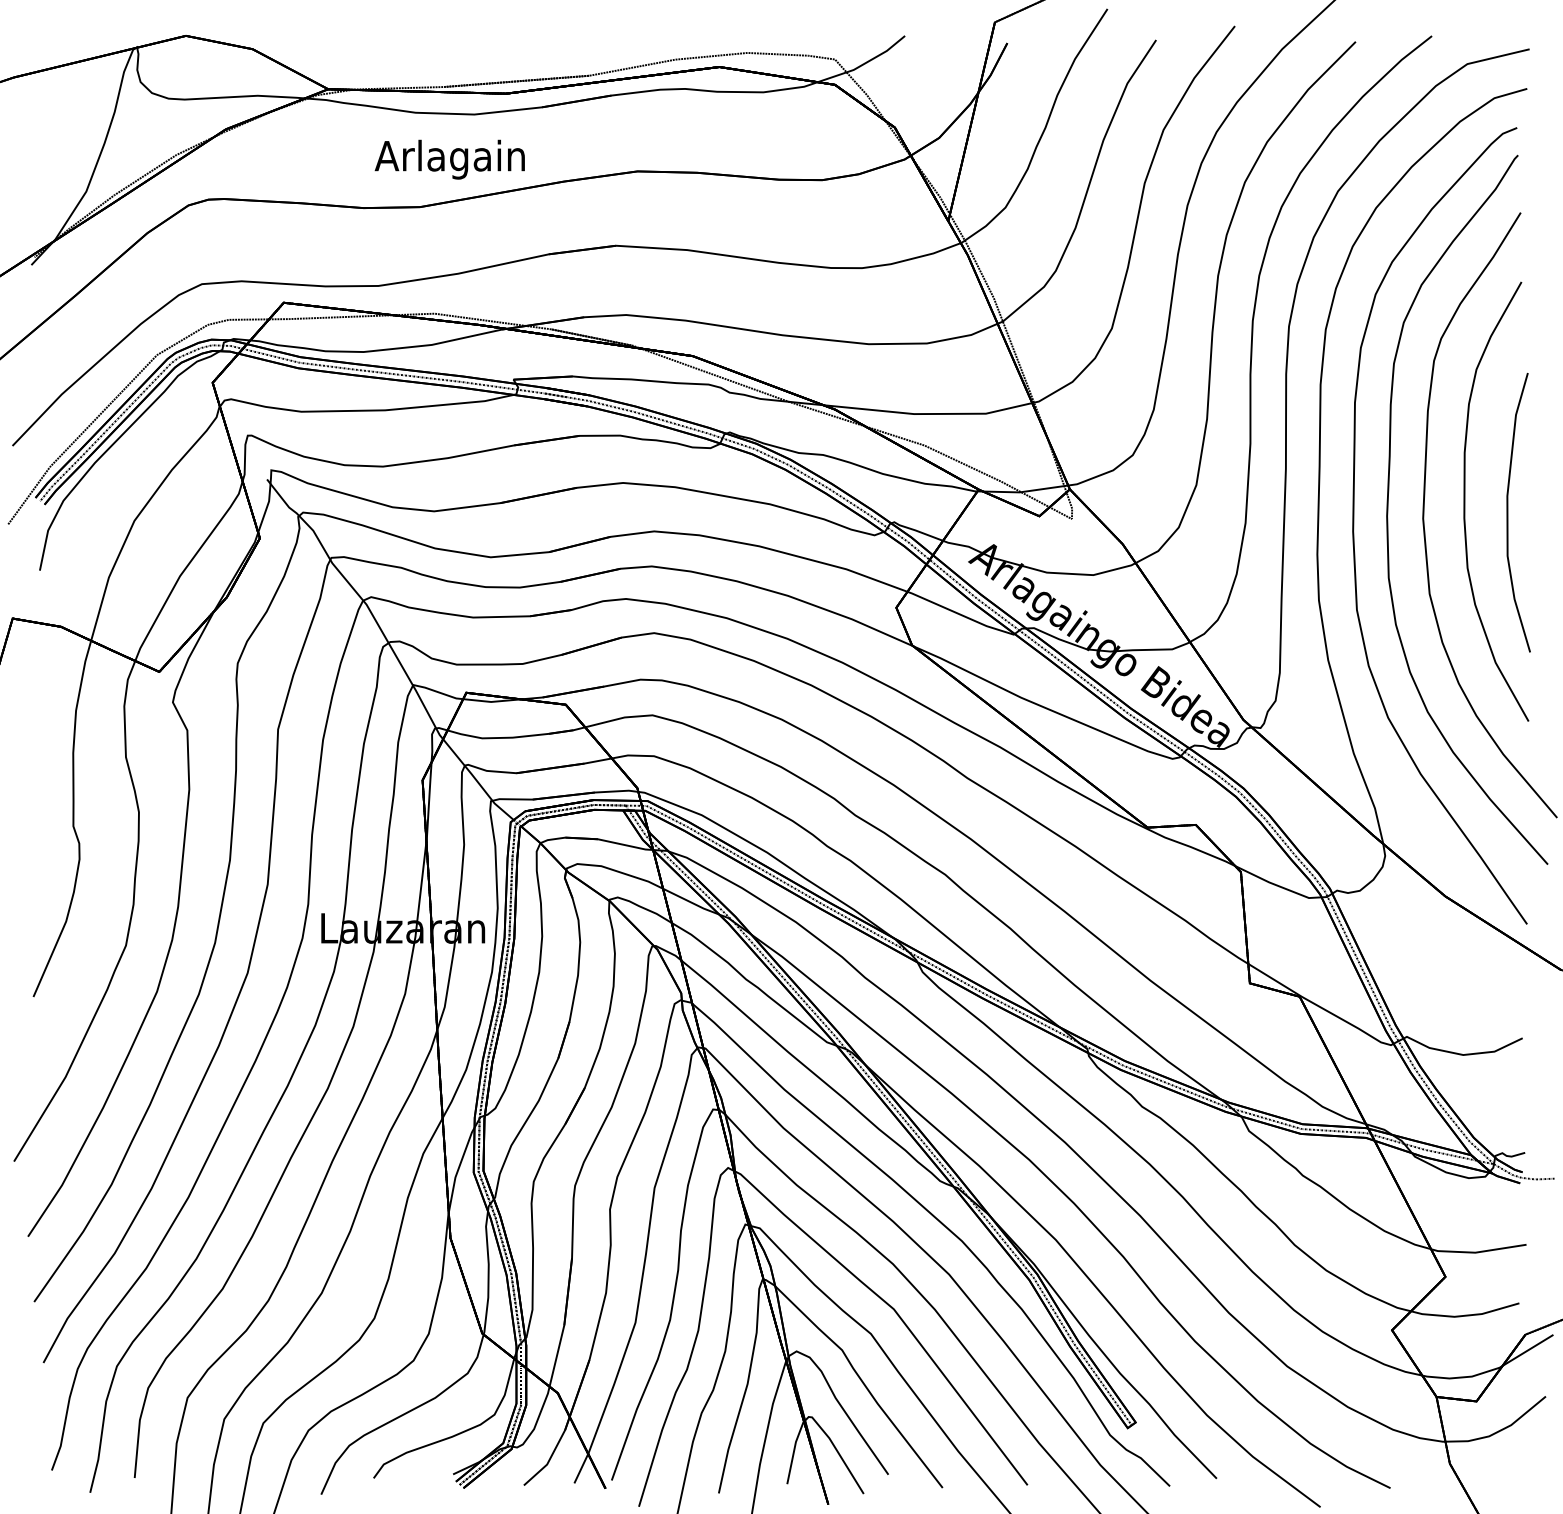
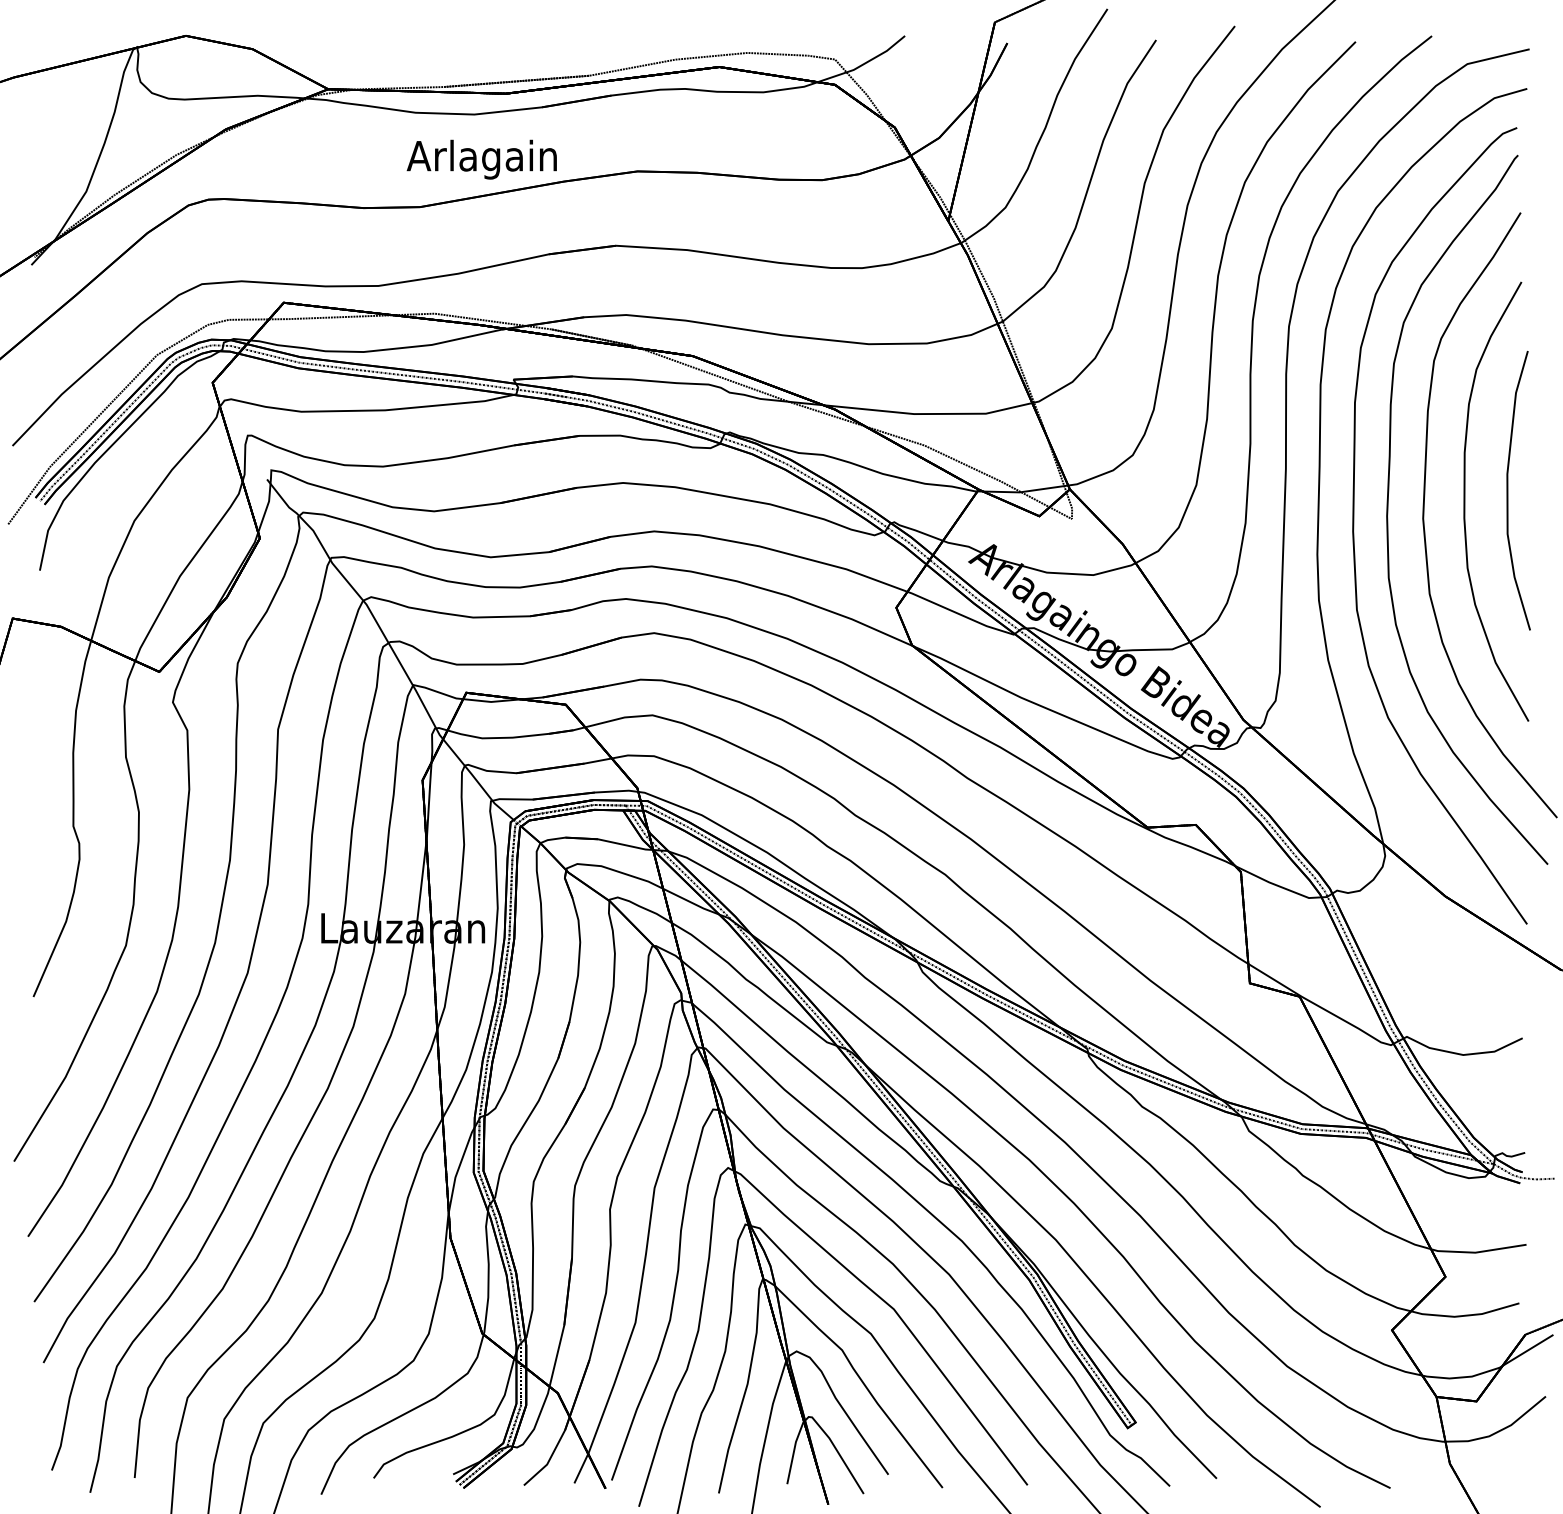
text at (449, 159) position: (449, 159) -> (481, 159)
curve at (1508, 512) position: (1508, 512) -> (1508, 490)
